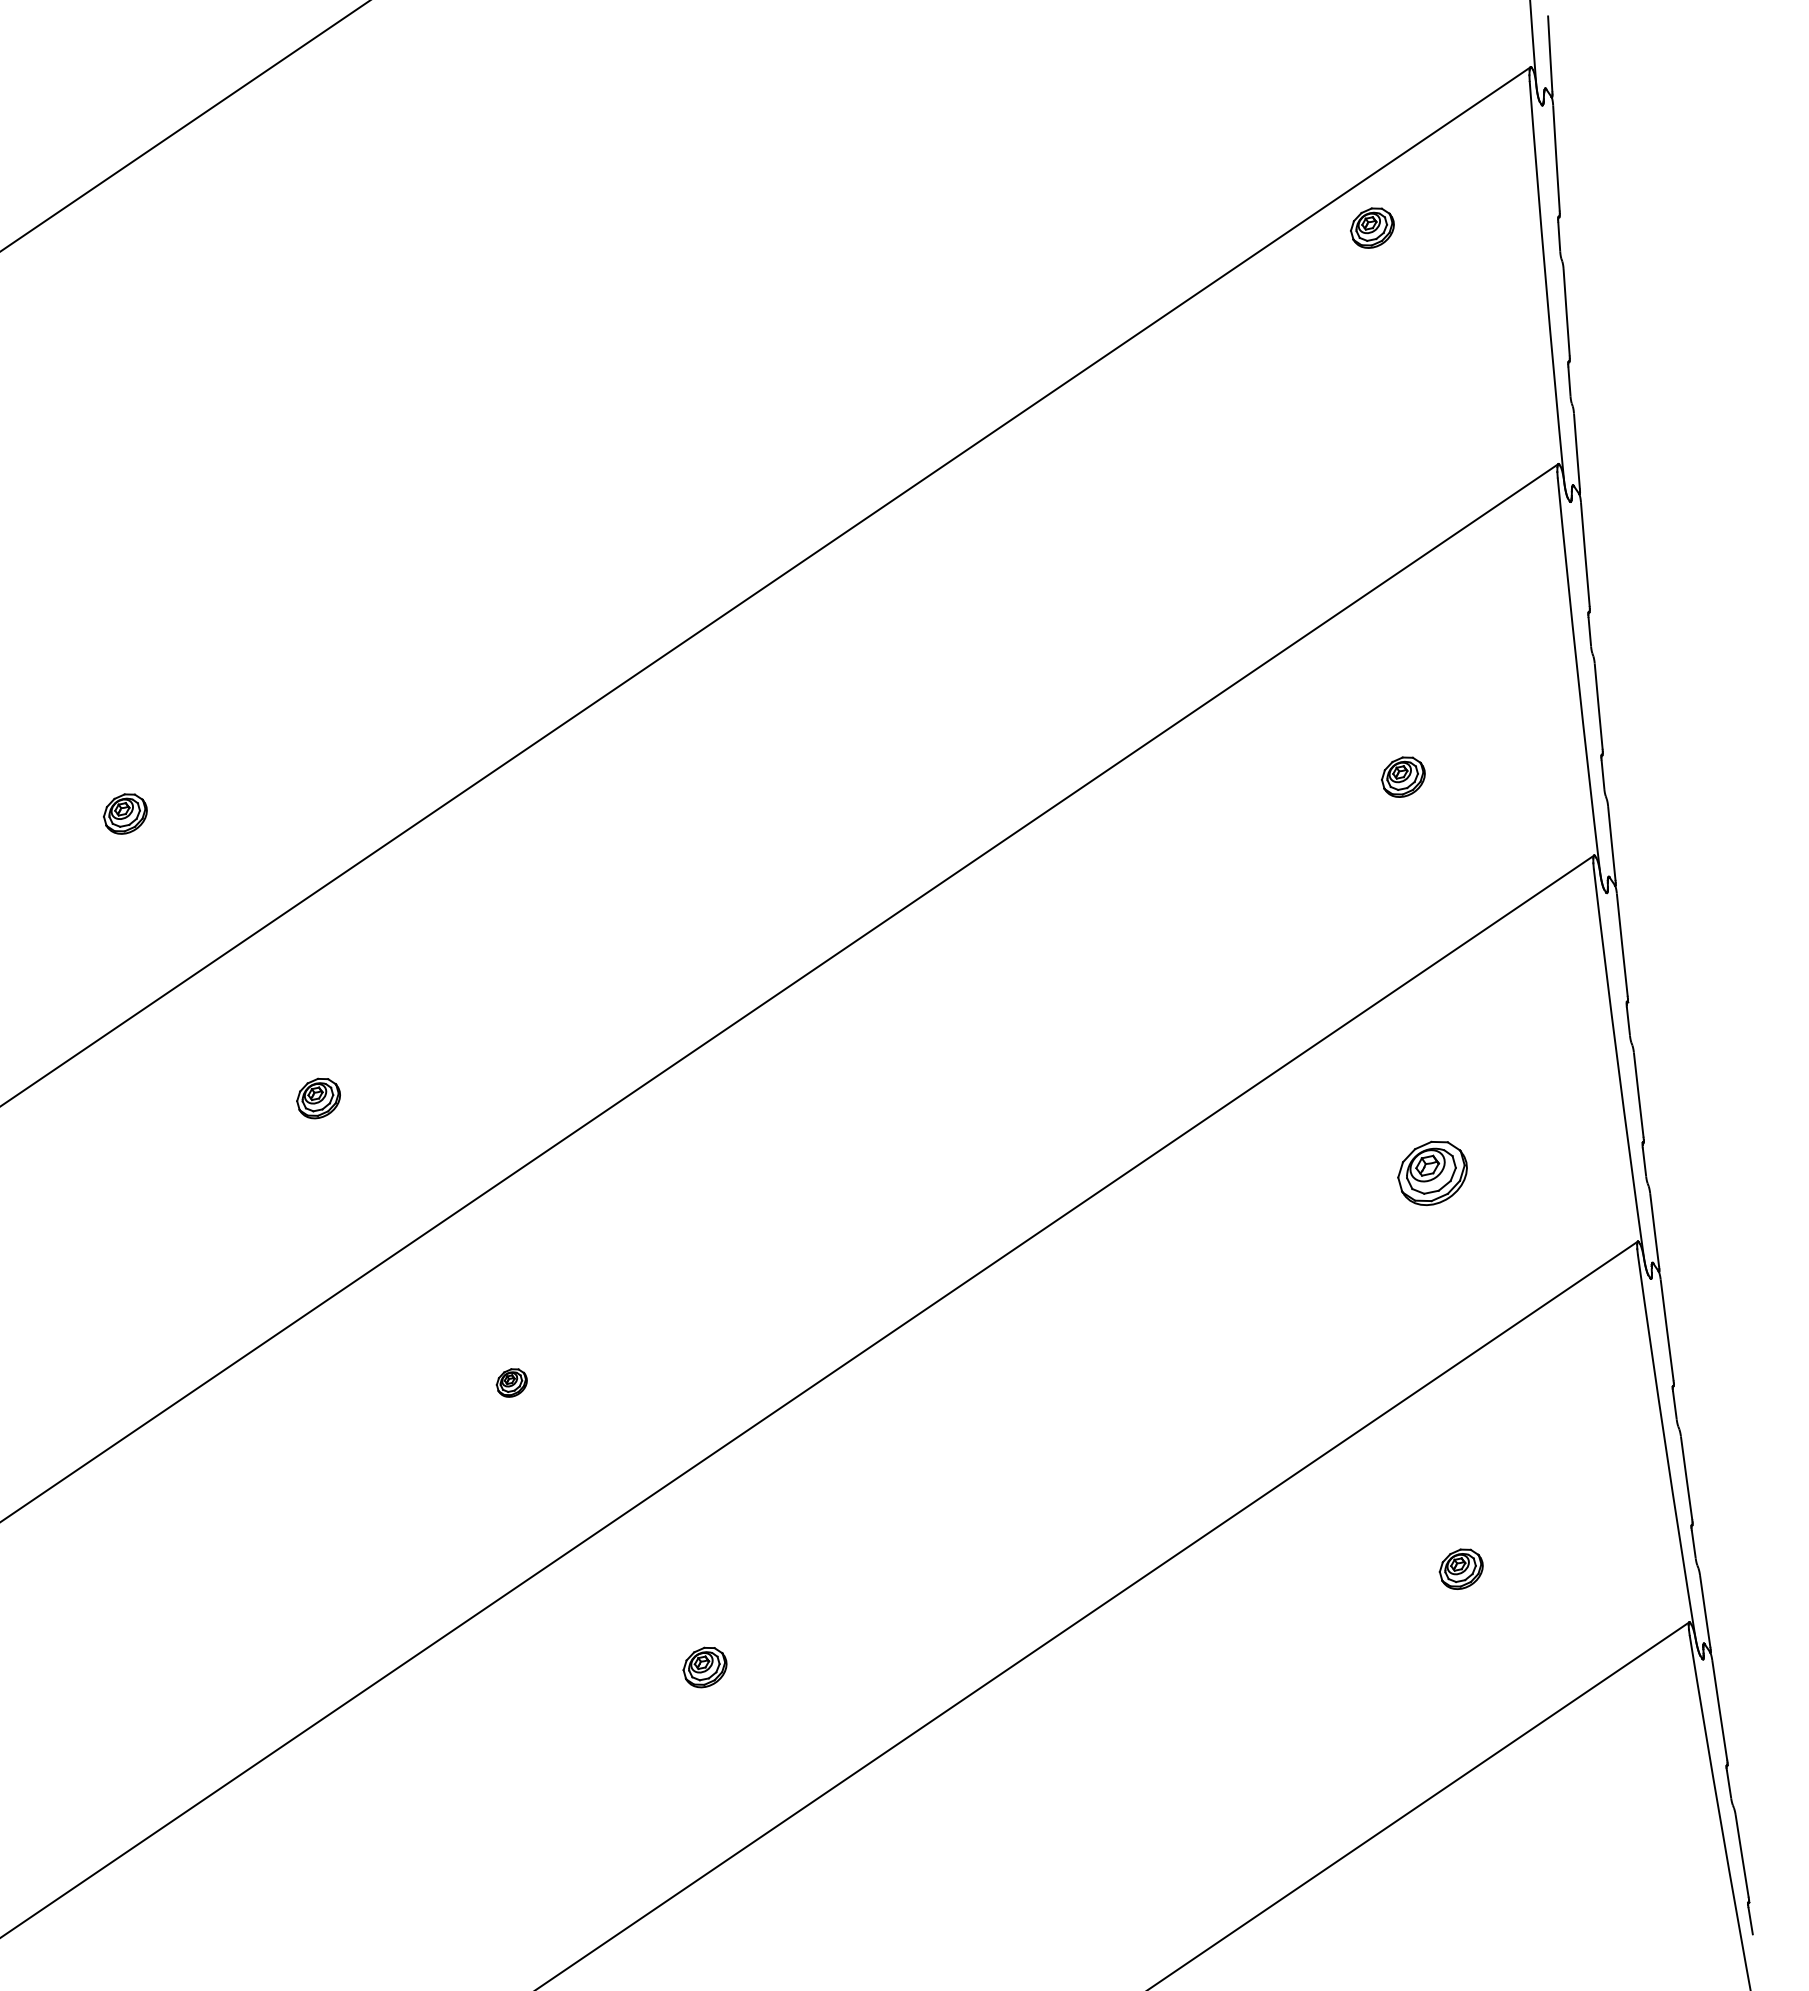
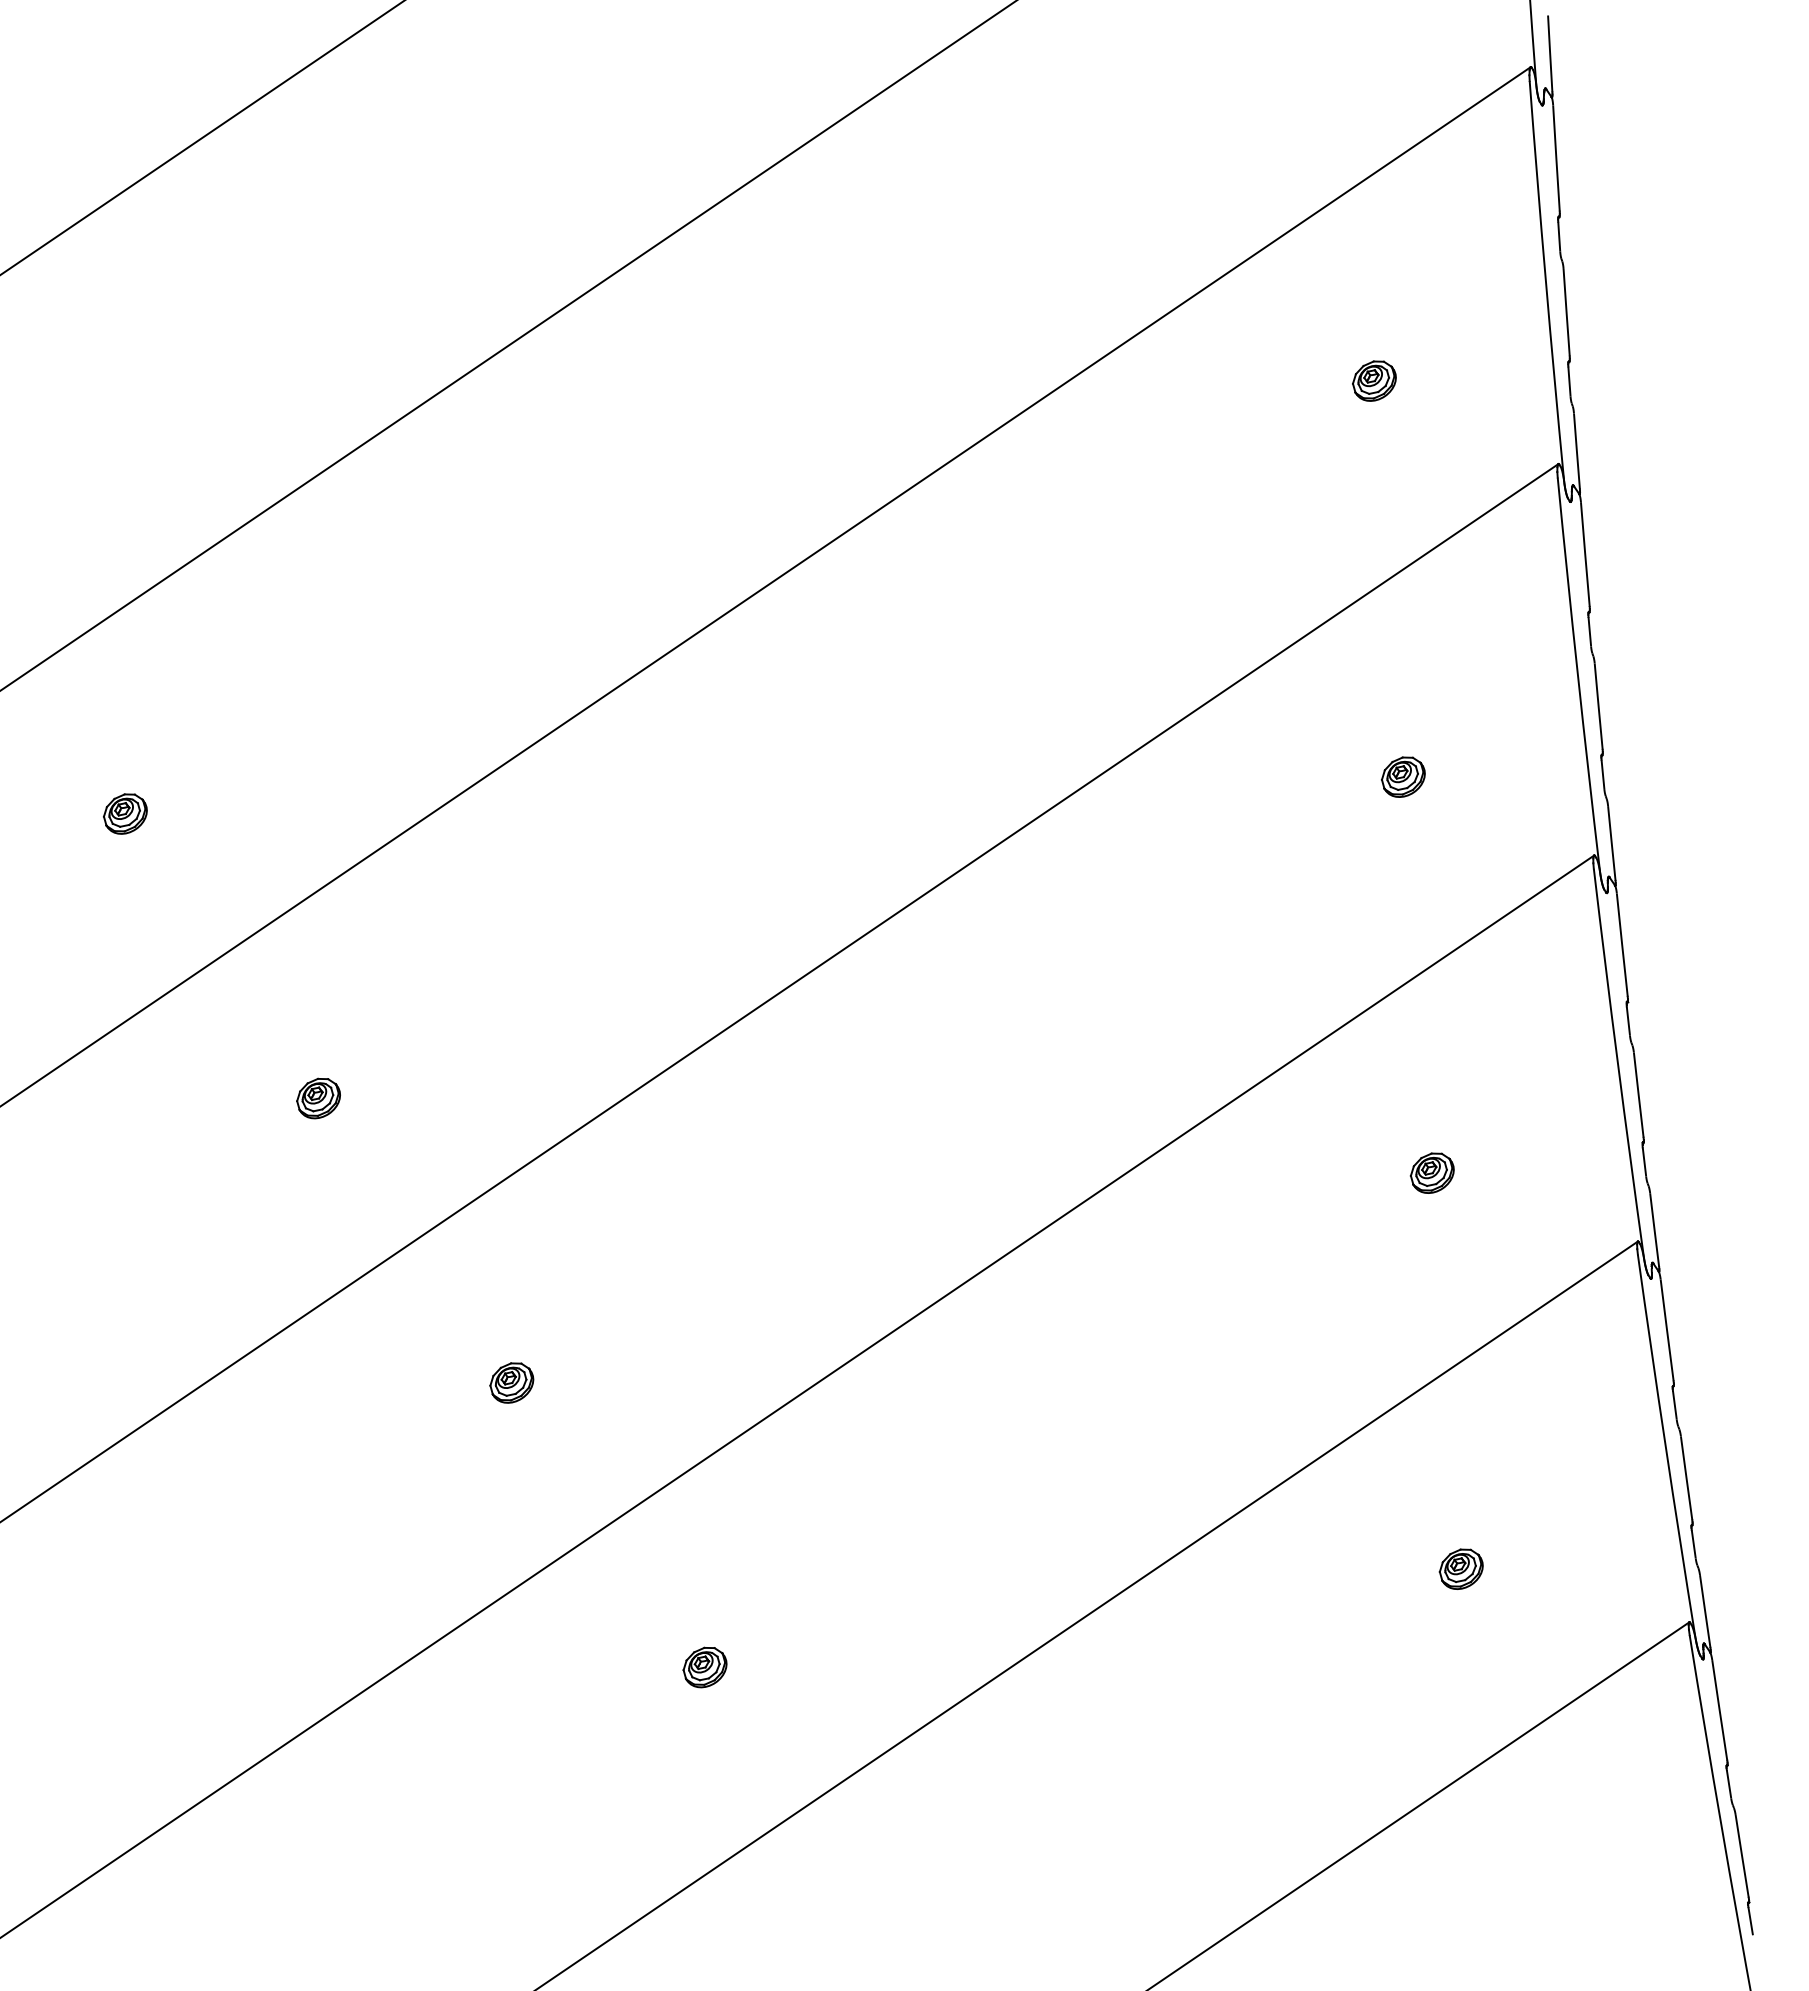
line at (184, 126) position: (184, 126) -> (202, 137)
part at (1372, 227) position: (1372, 227) -> (1374, 380)
line at (507, 345): none -> present
part at (1432, 1172) size: 71x66 px -> 46x42 px
part at (511, 1382) size: 33x30 px -> 46x42 px
